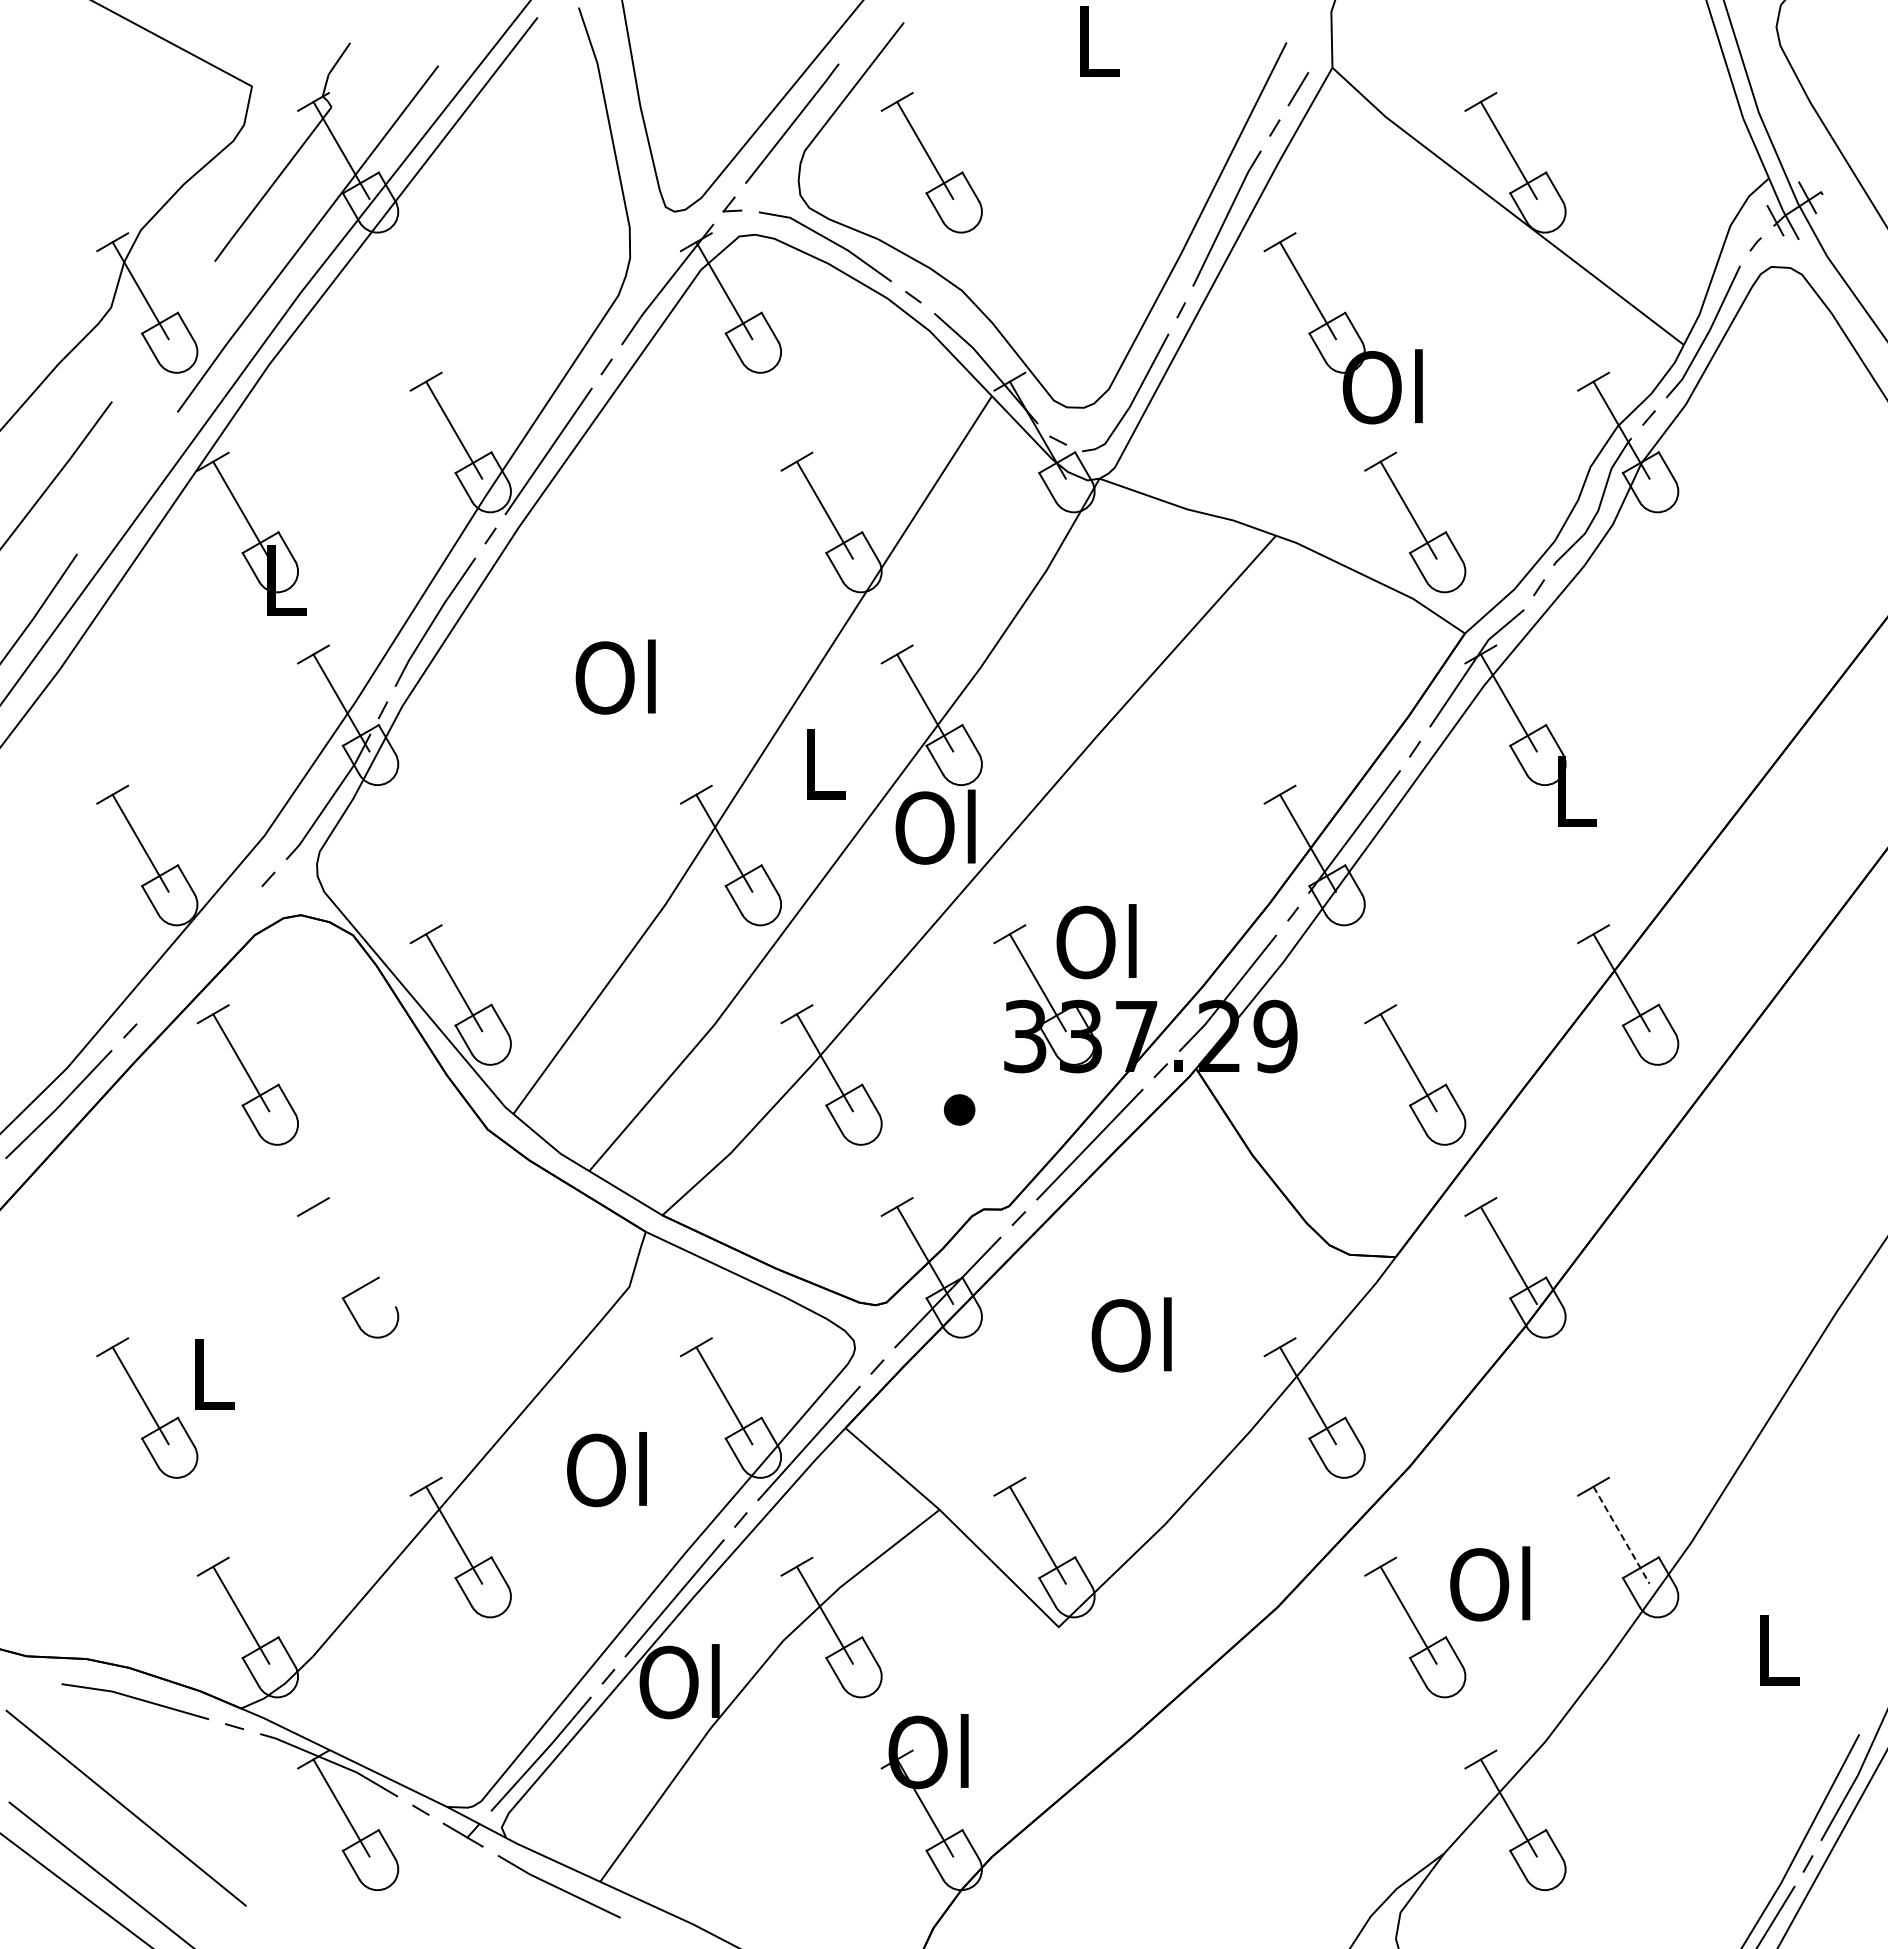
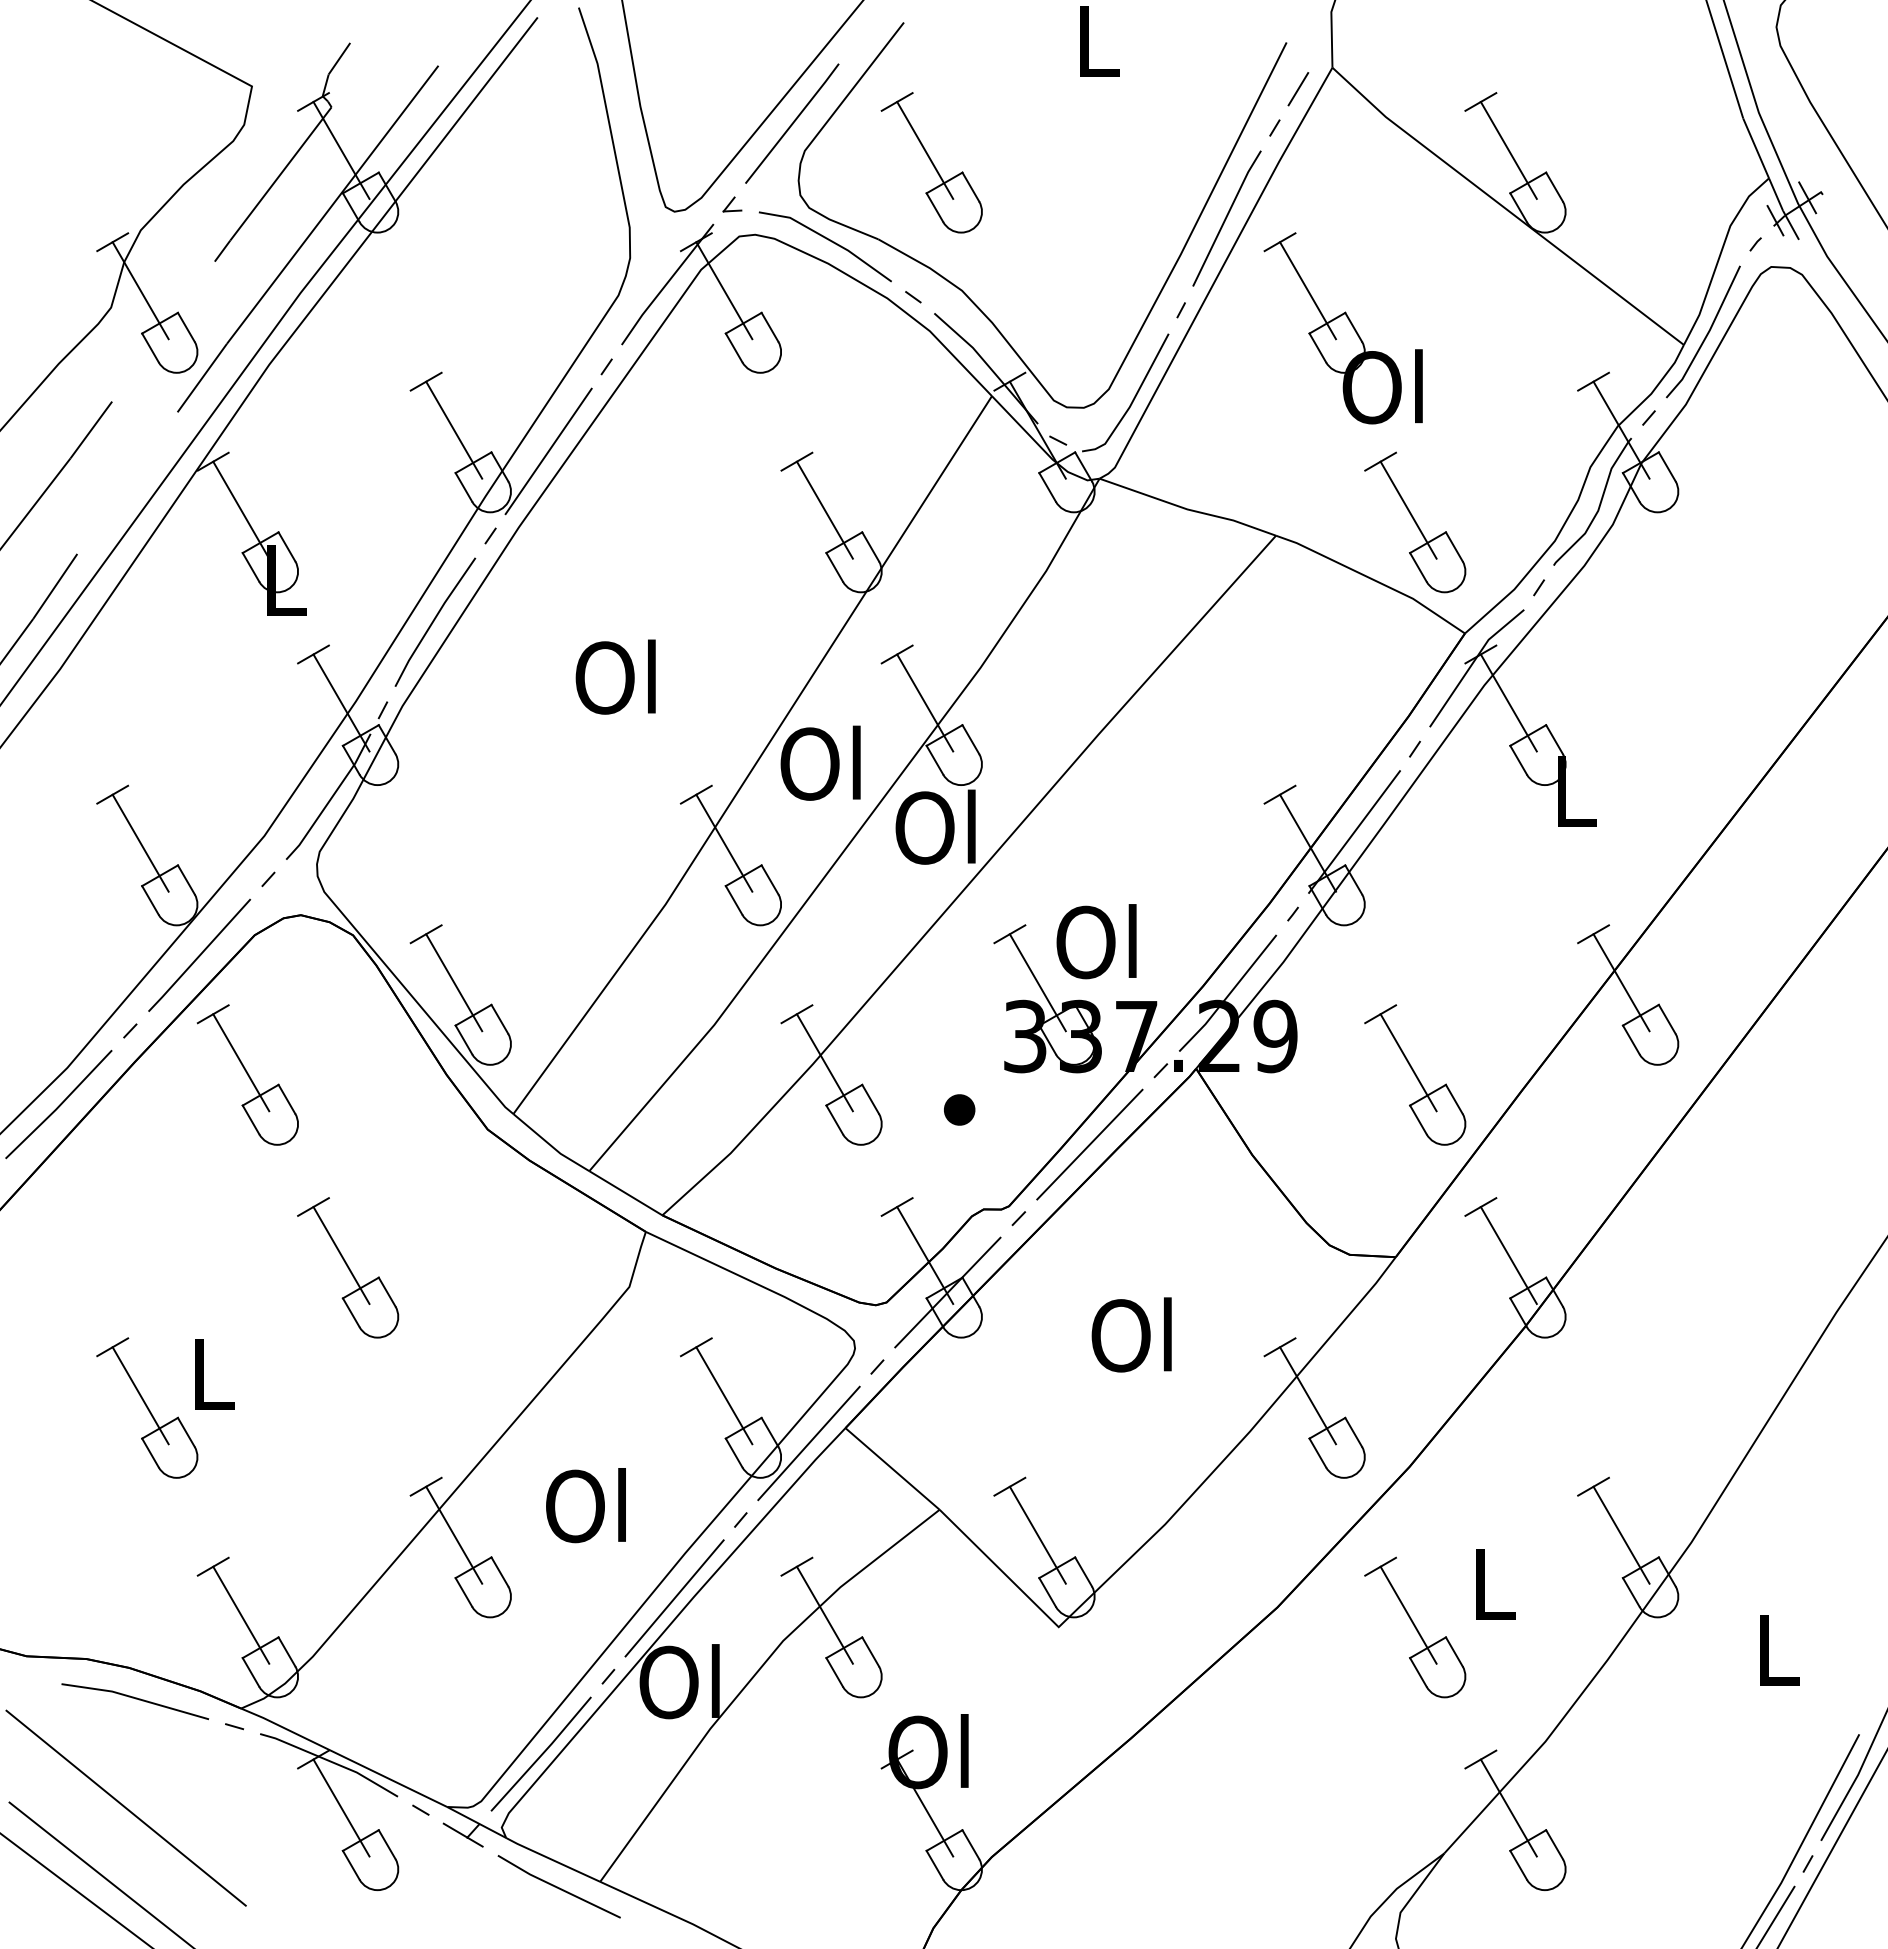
text at (820, 762): L -> Ol
line at (199, 954): none -> present
line at (341, 1255): none -> present
line at (386, 1291): none -> present
text at (606, 1469) position: (606, 1469) -> (585, 1505)
line at (1621, 1535): dashed -> solid
text at (1490, 1583): Ol -> L
